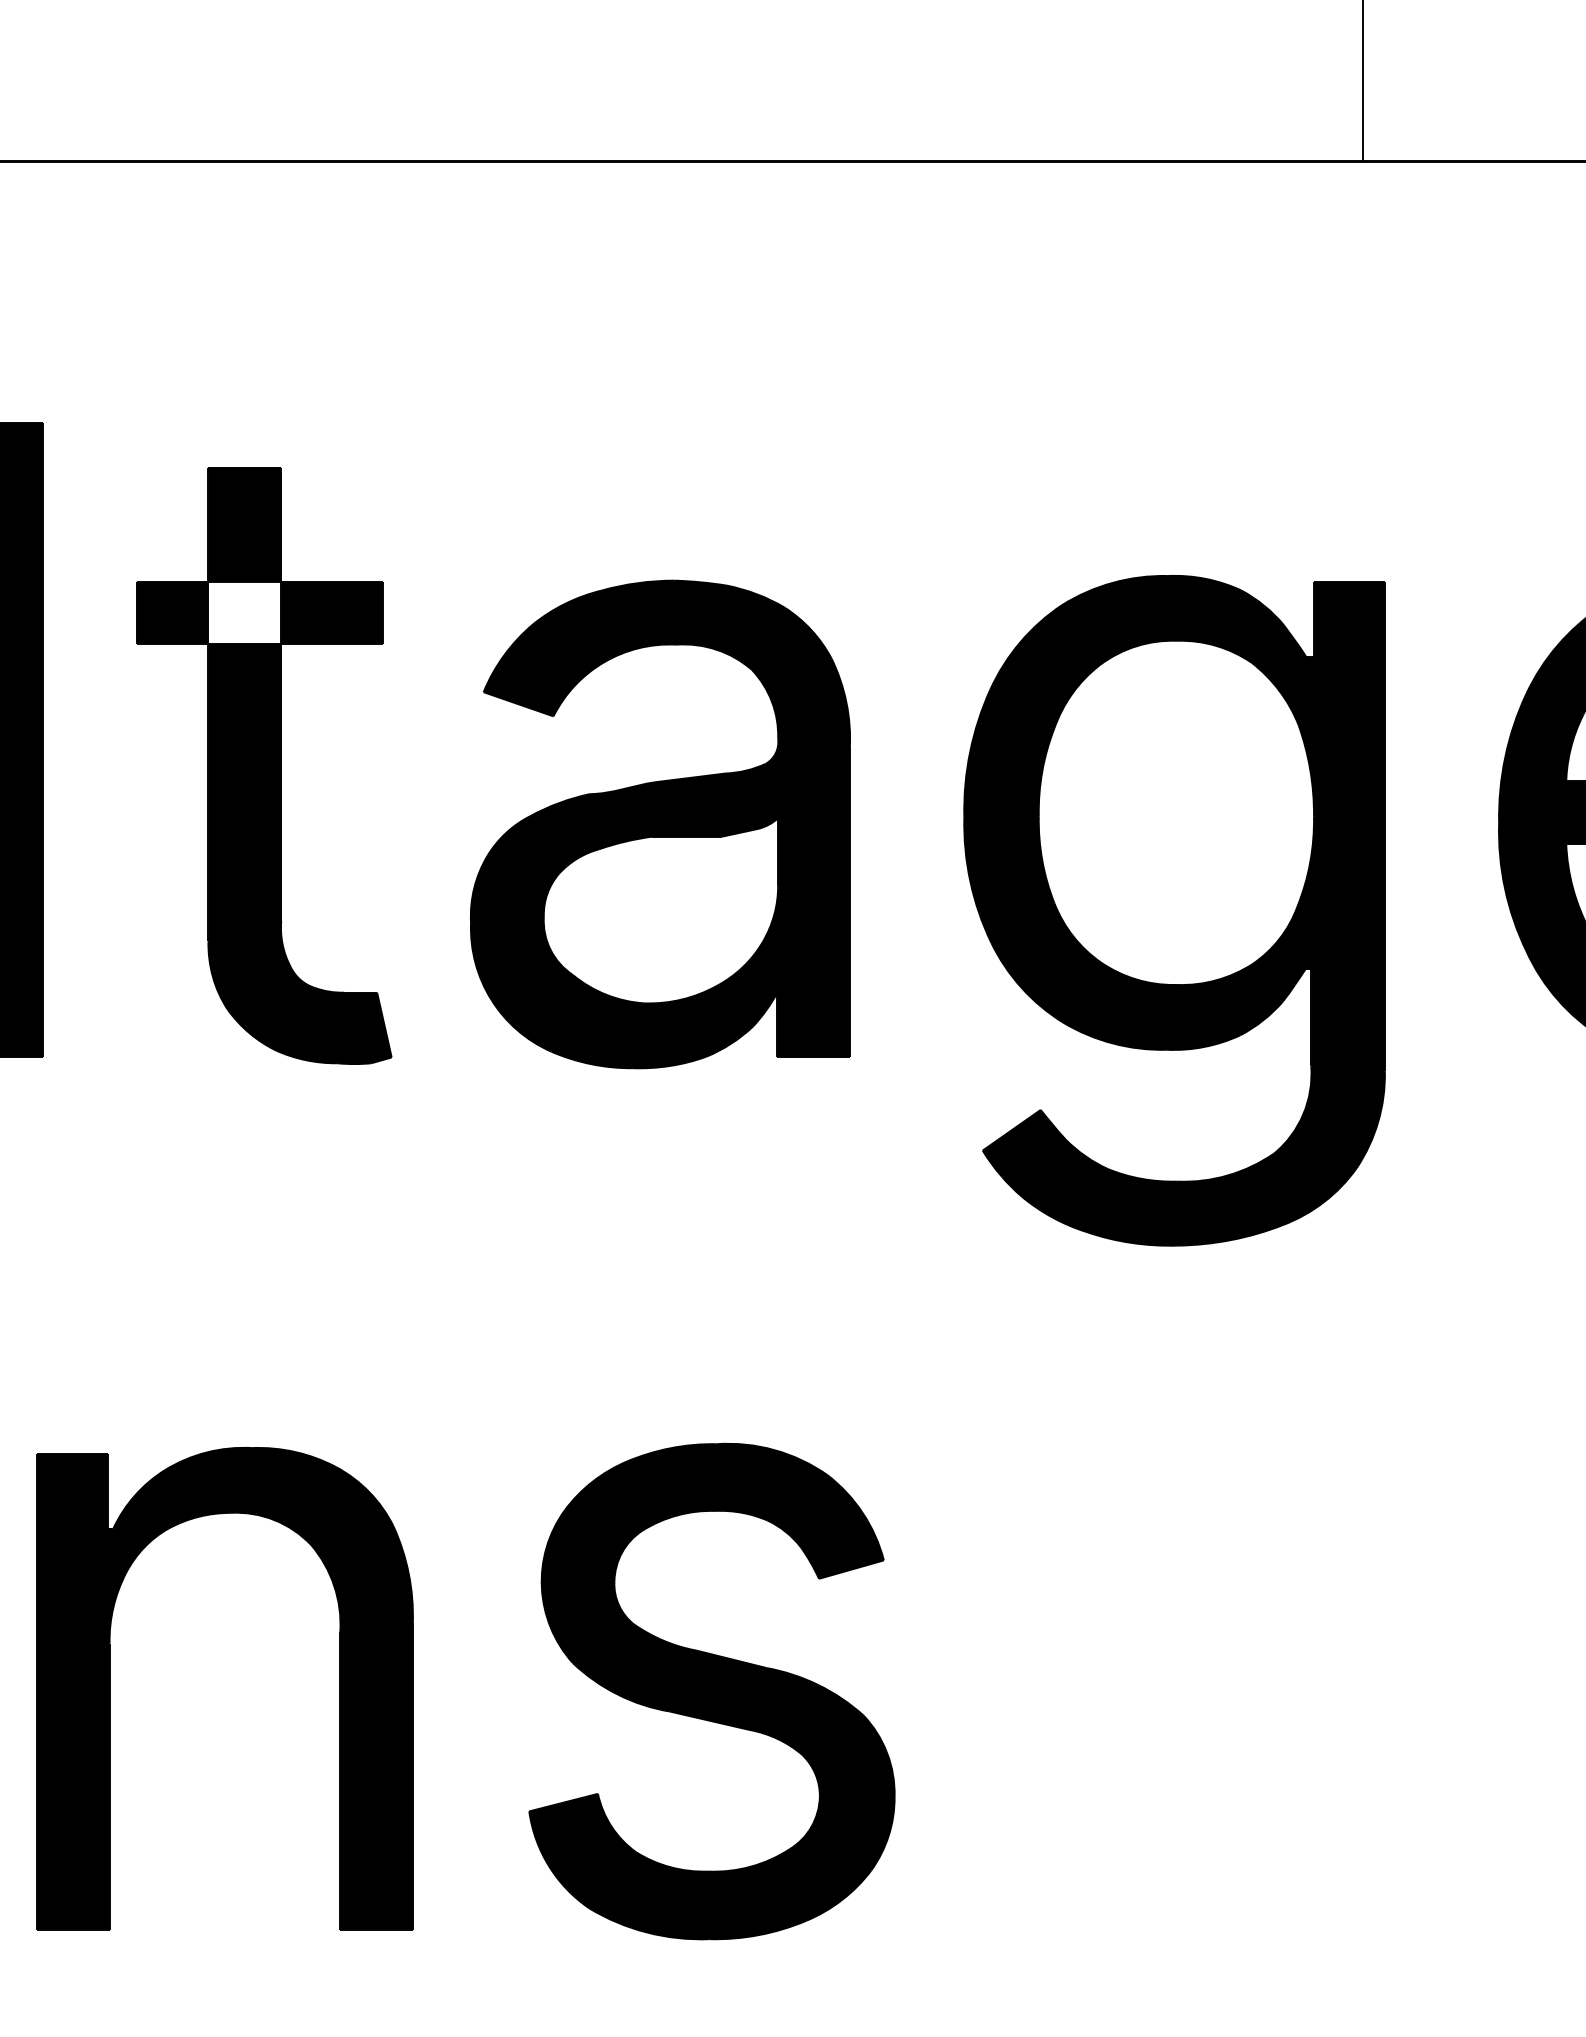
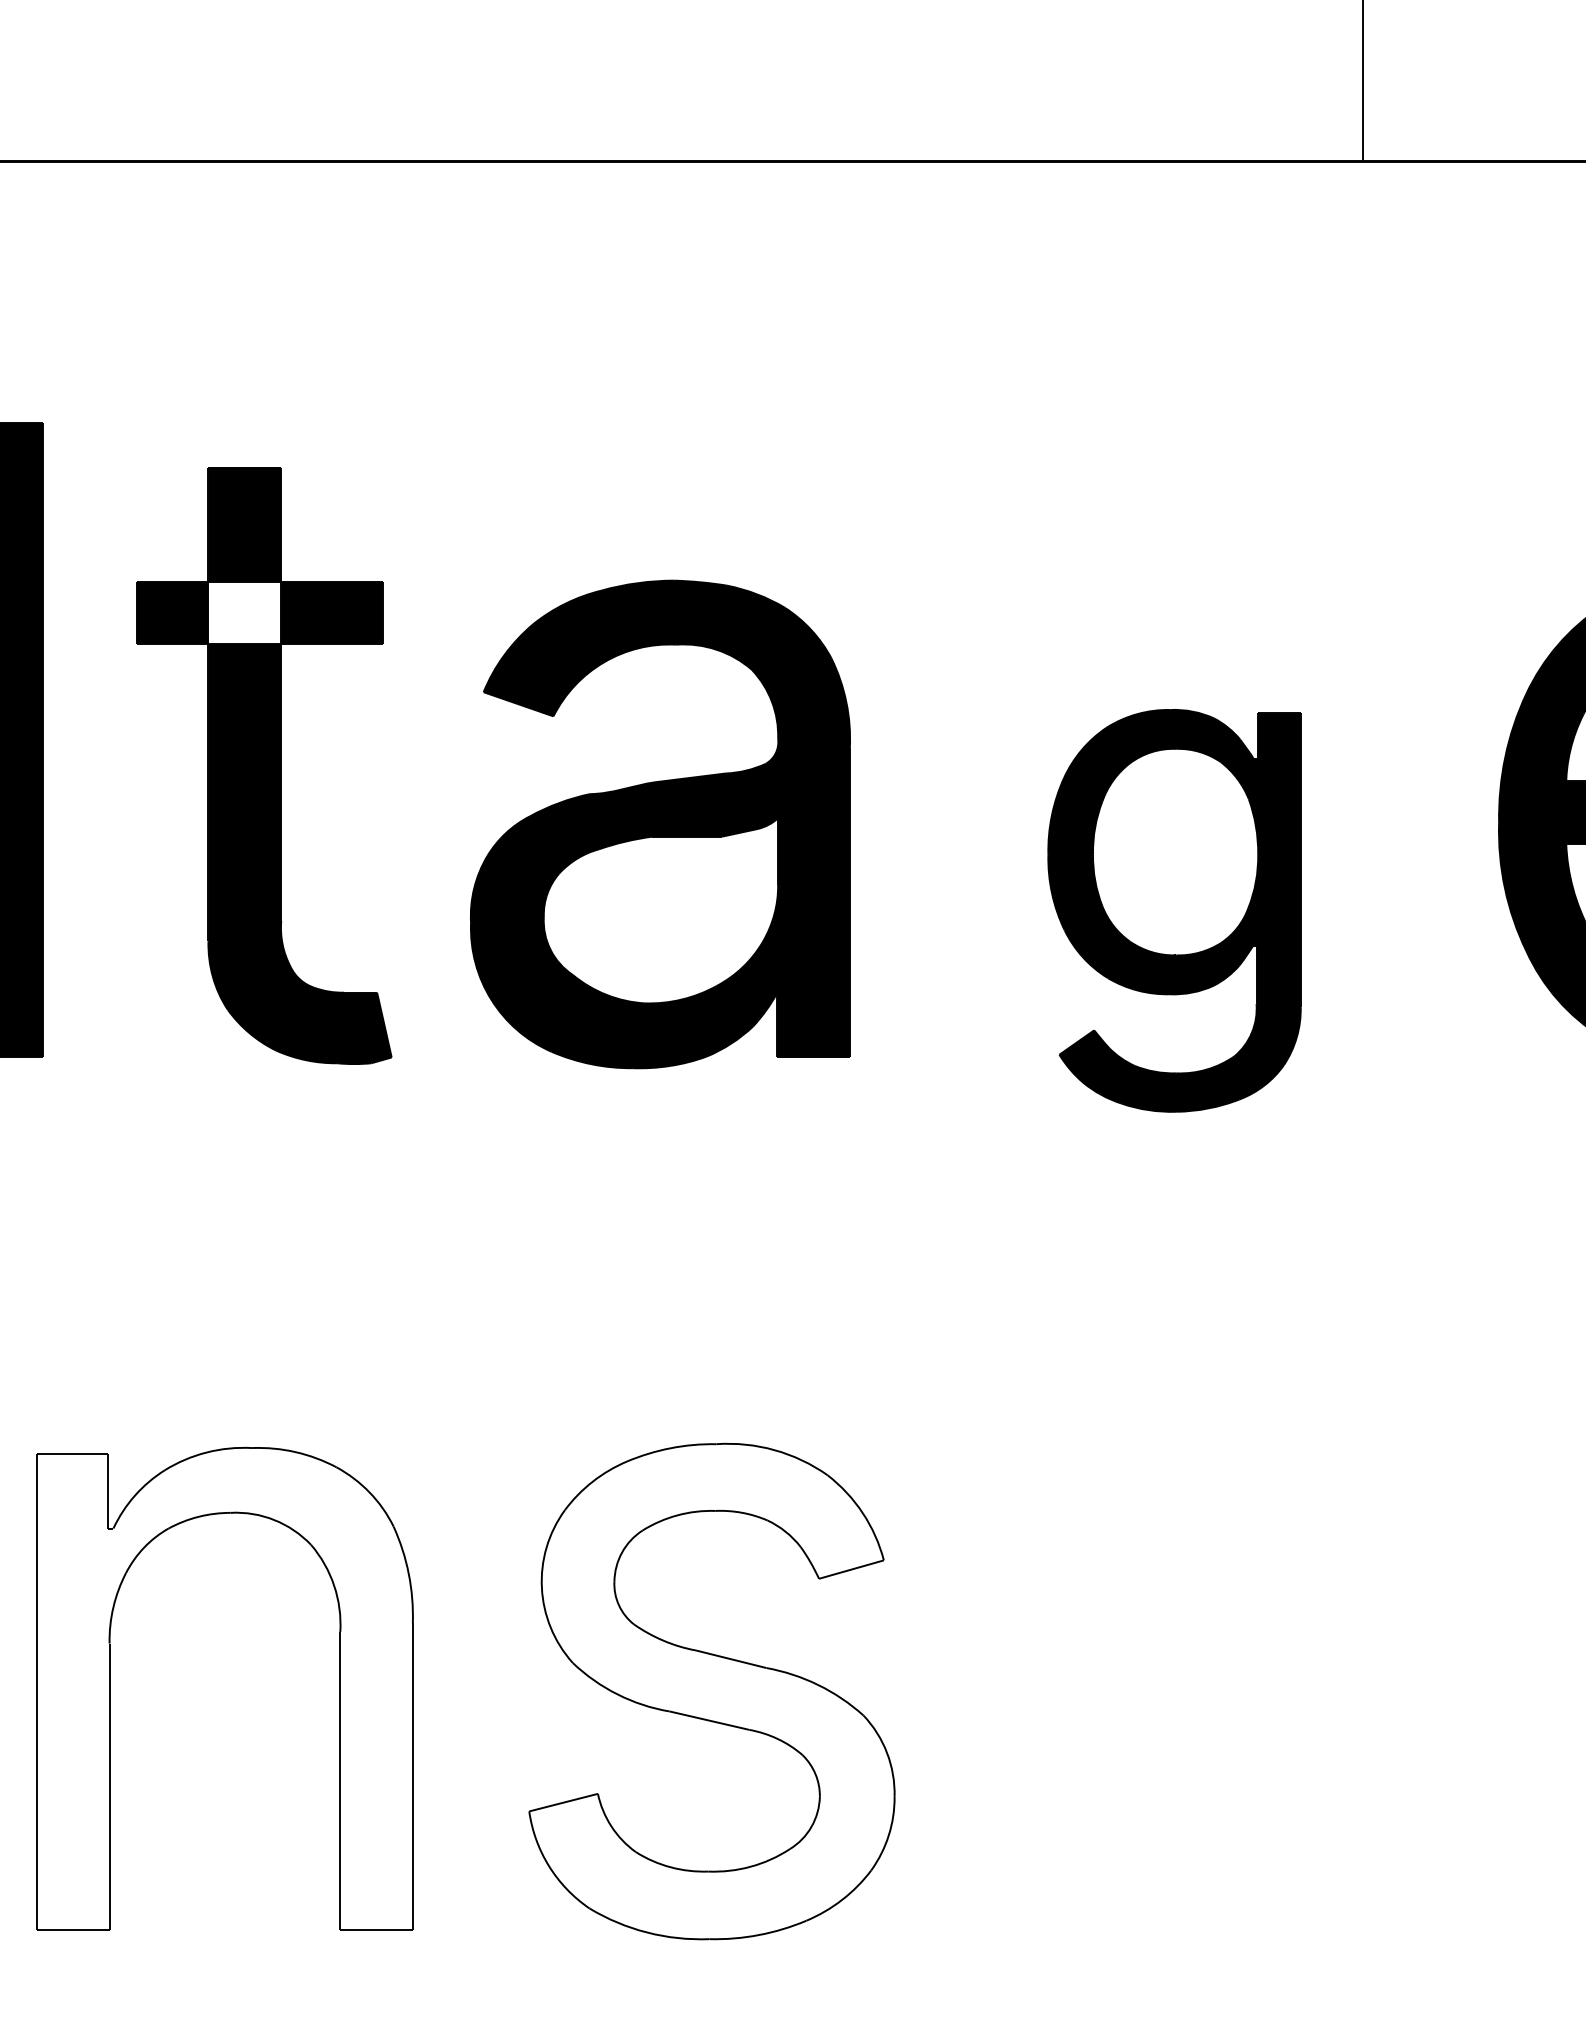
part at (1174, 910) size: 423x672 px -> 255x404 px
fill at (224, 1688): present -> none
fill at (711, 1691): present -> none
